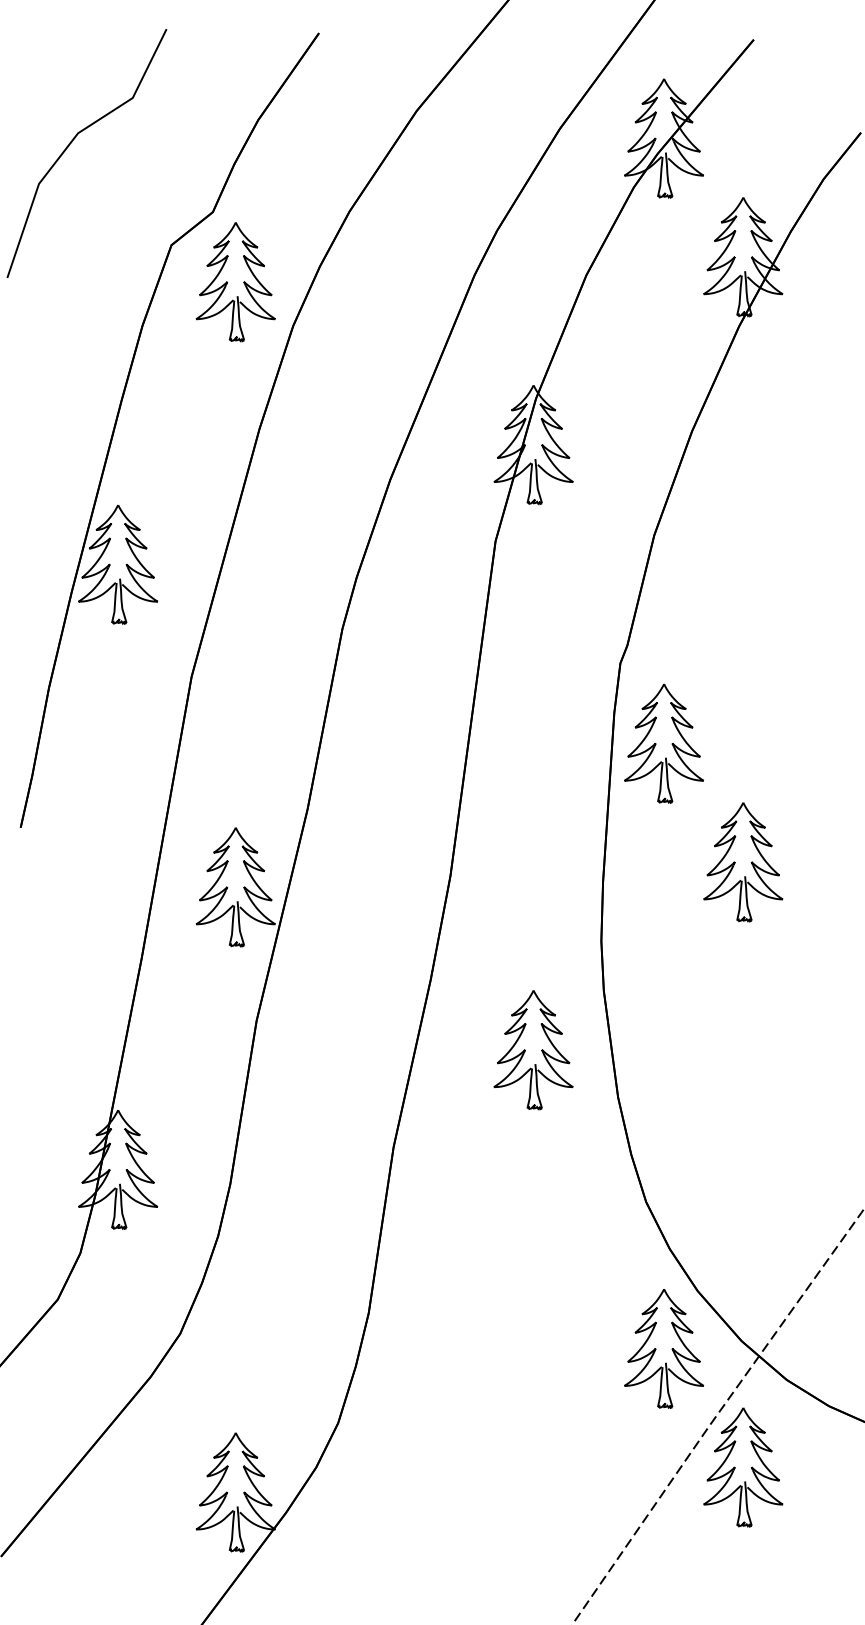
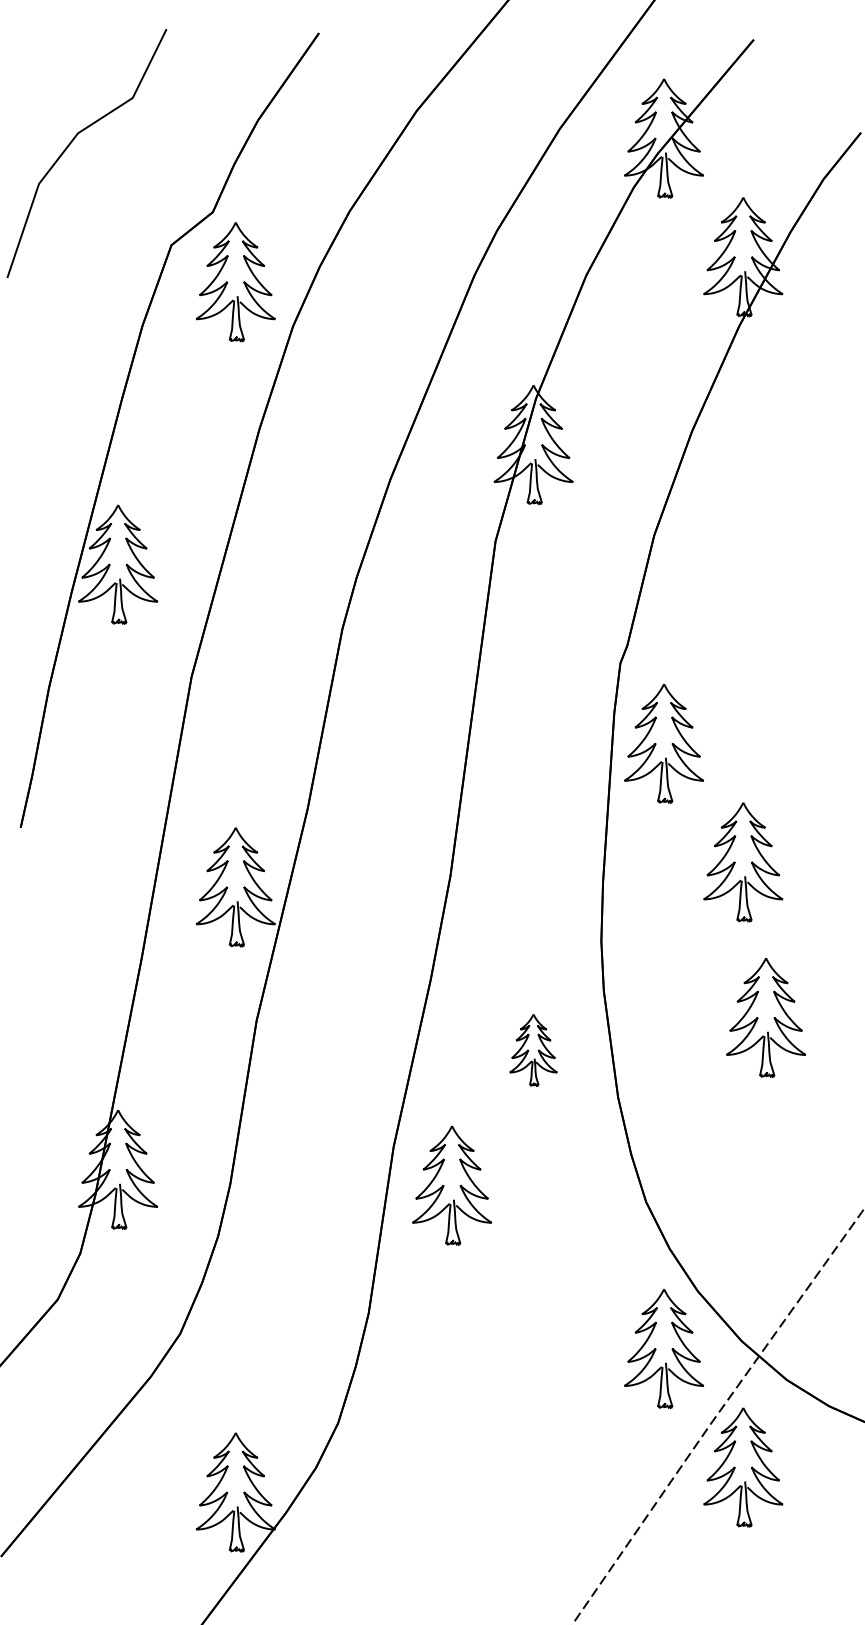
part at (766, 1017): none -> present
part at (533, 1050) size: 81x121 px -> 49x73 px
part at (451, 1185): none -> present
